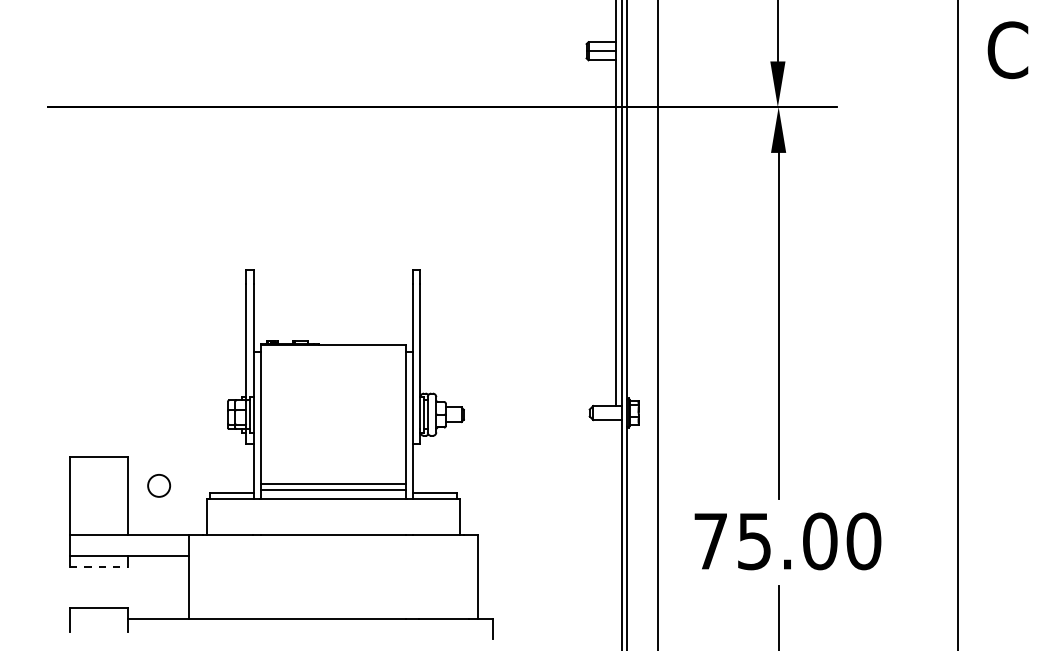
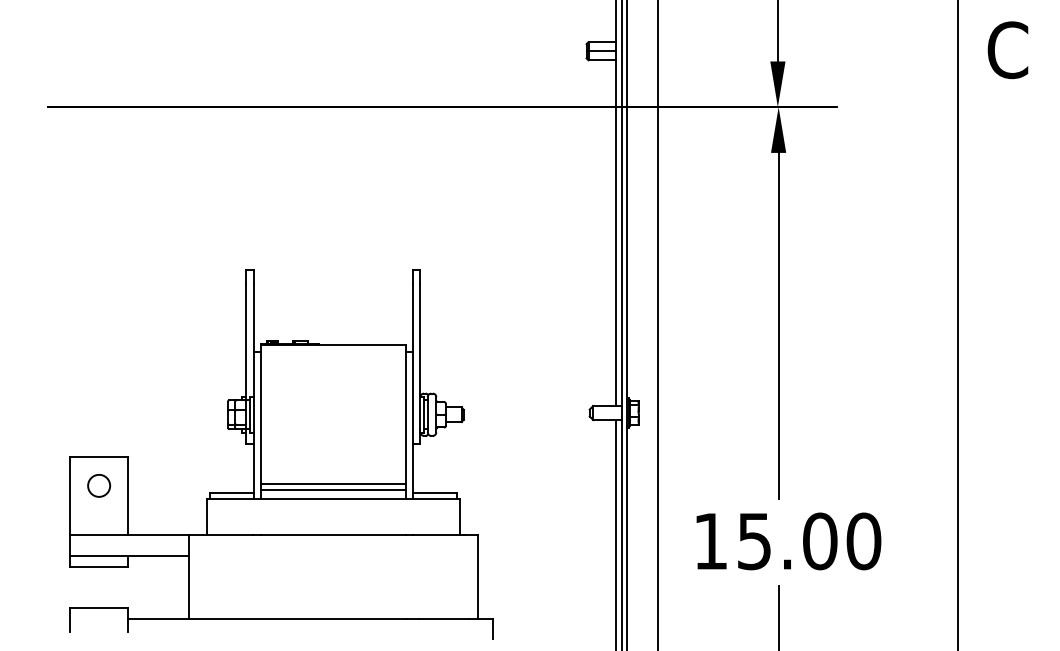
circle at (159, 485) position: (159, 485) -> (99, 485)
line at (616, 533): none -> present
text at (710, 541): 75.00 -> 15.00
line at (99, 566): dashed -> solid
